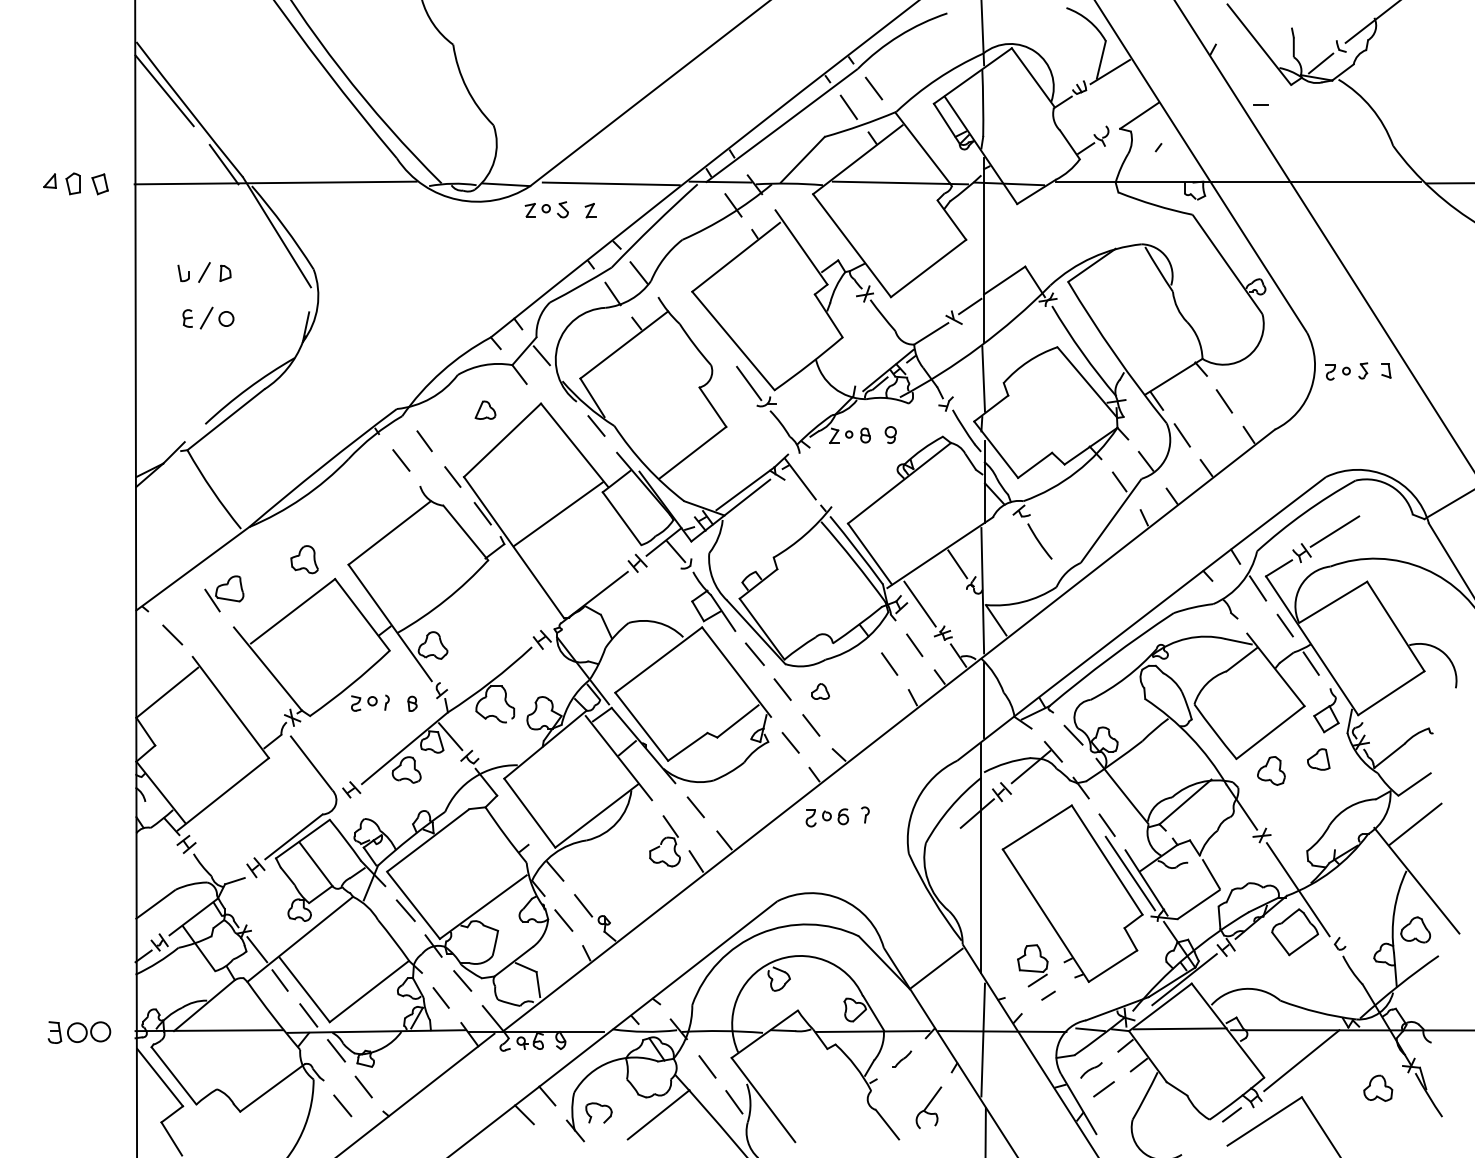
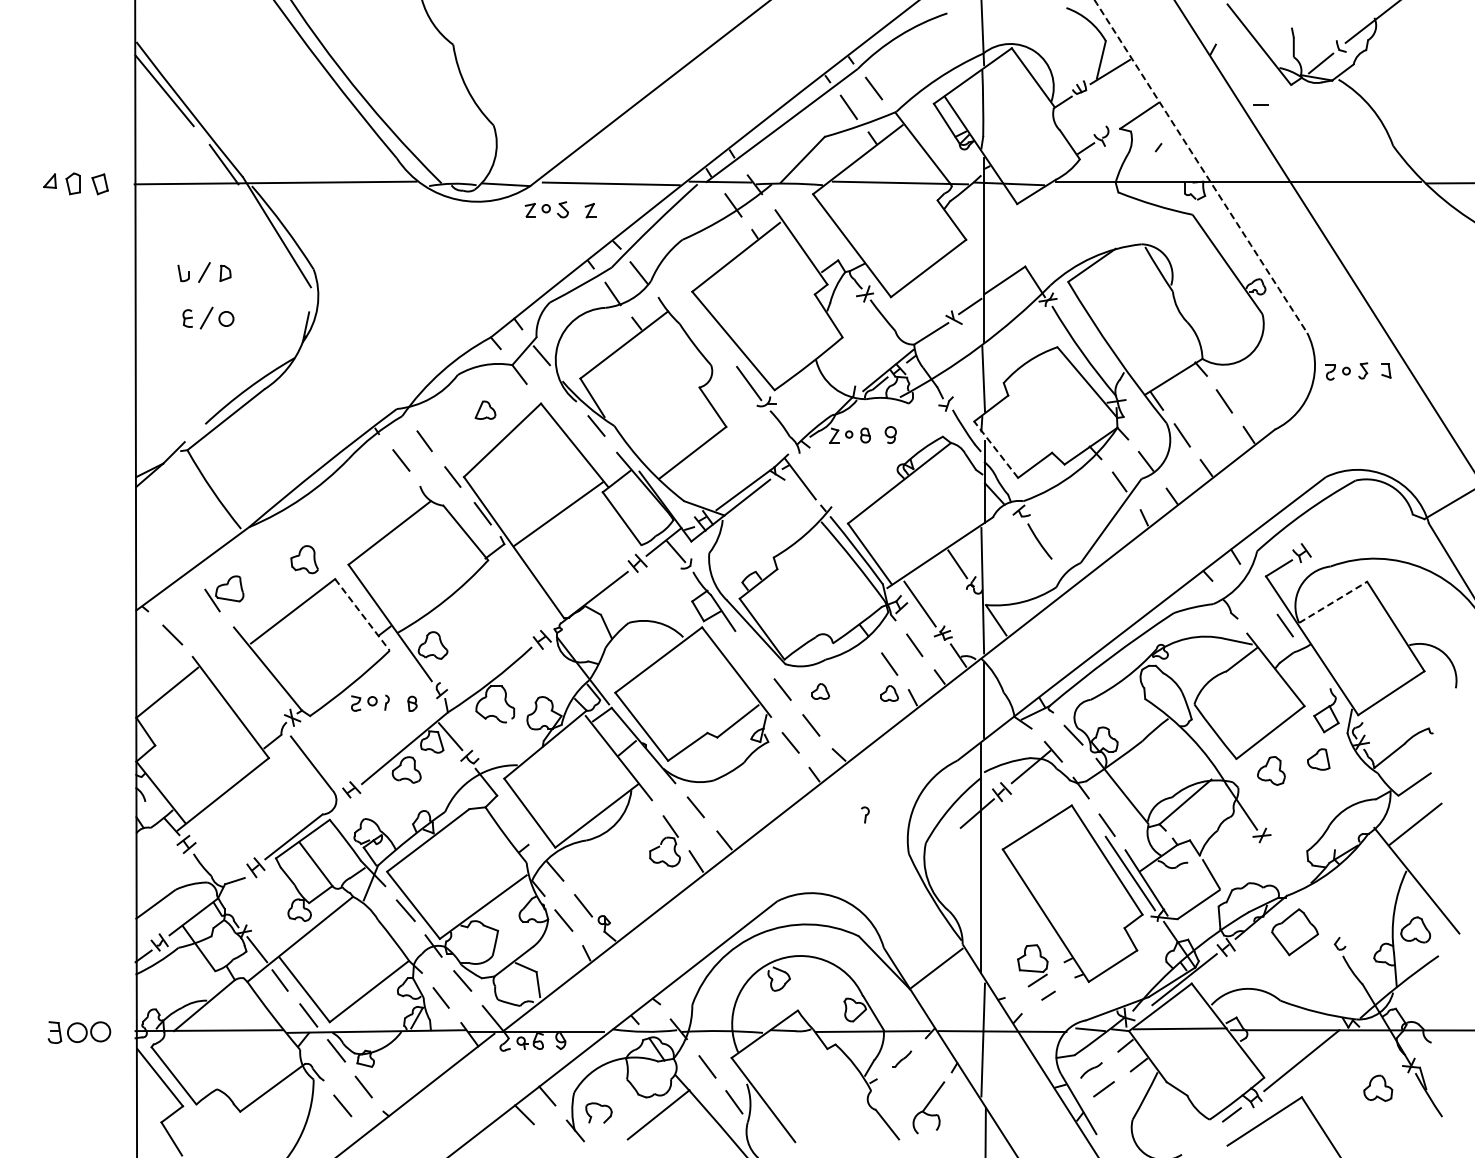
arc at (1200, 166): solid -> dashed
line at (996, 449): solid -> dashed
line at (1334, 531): present -> none
line at (1257, 588): present -> none
line at (1333, 602): solid -> dashed
line at (362, 615): solid -> dashed
line at (754, 654): present -> none
line at (1310, 663): present -> none
part at (889, 693): none -> present
part at (827, 817): present -> none
line at (1297, 889): present -> none
part at (928, 1107) size: 28x44 px -> 34x54 px
